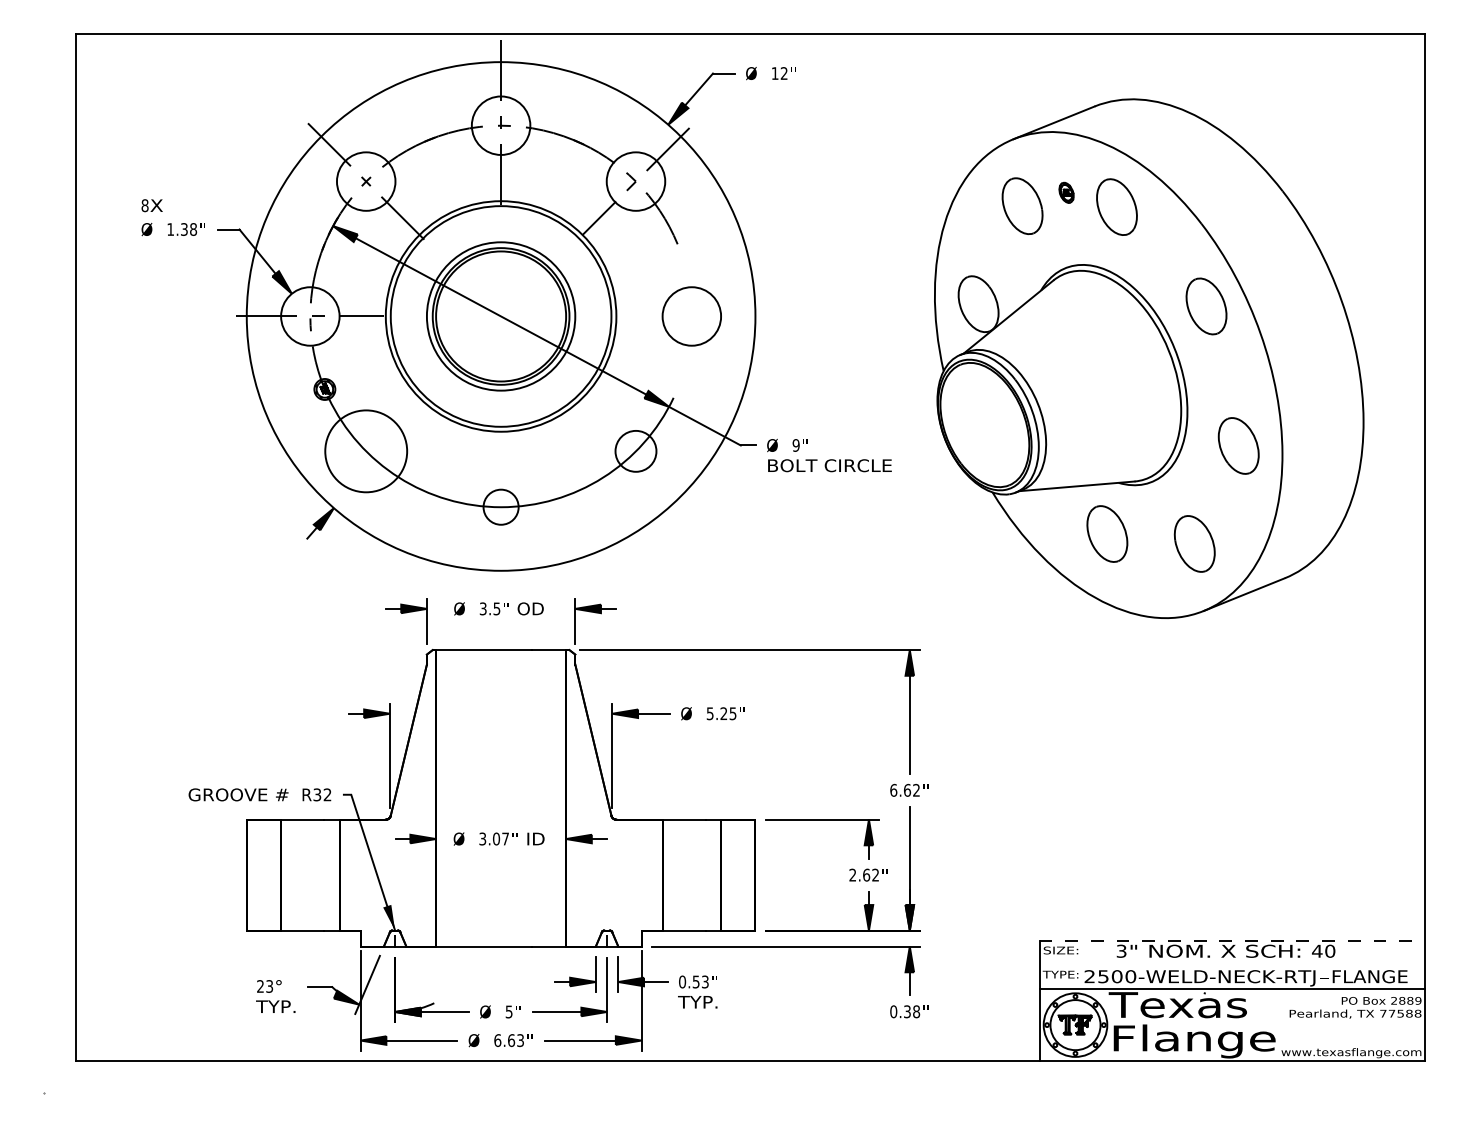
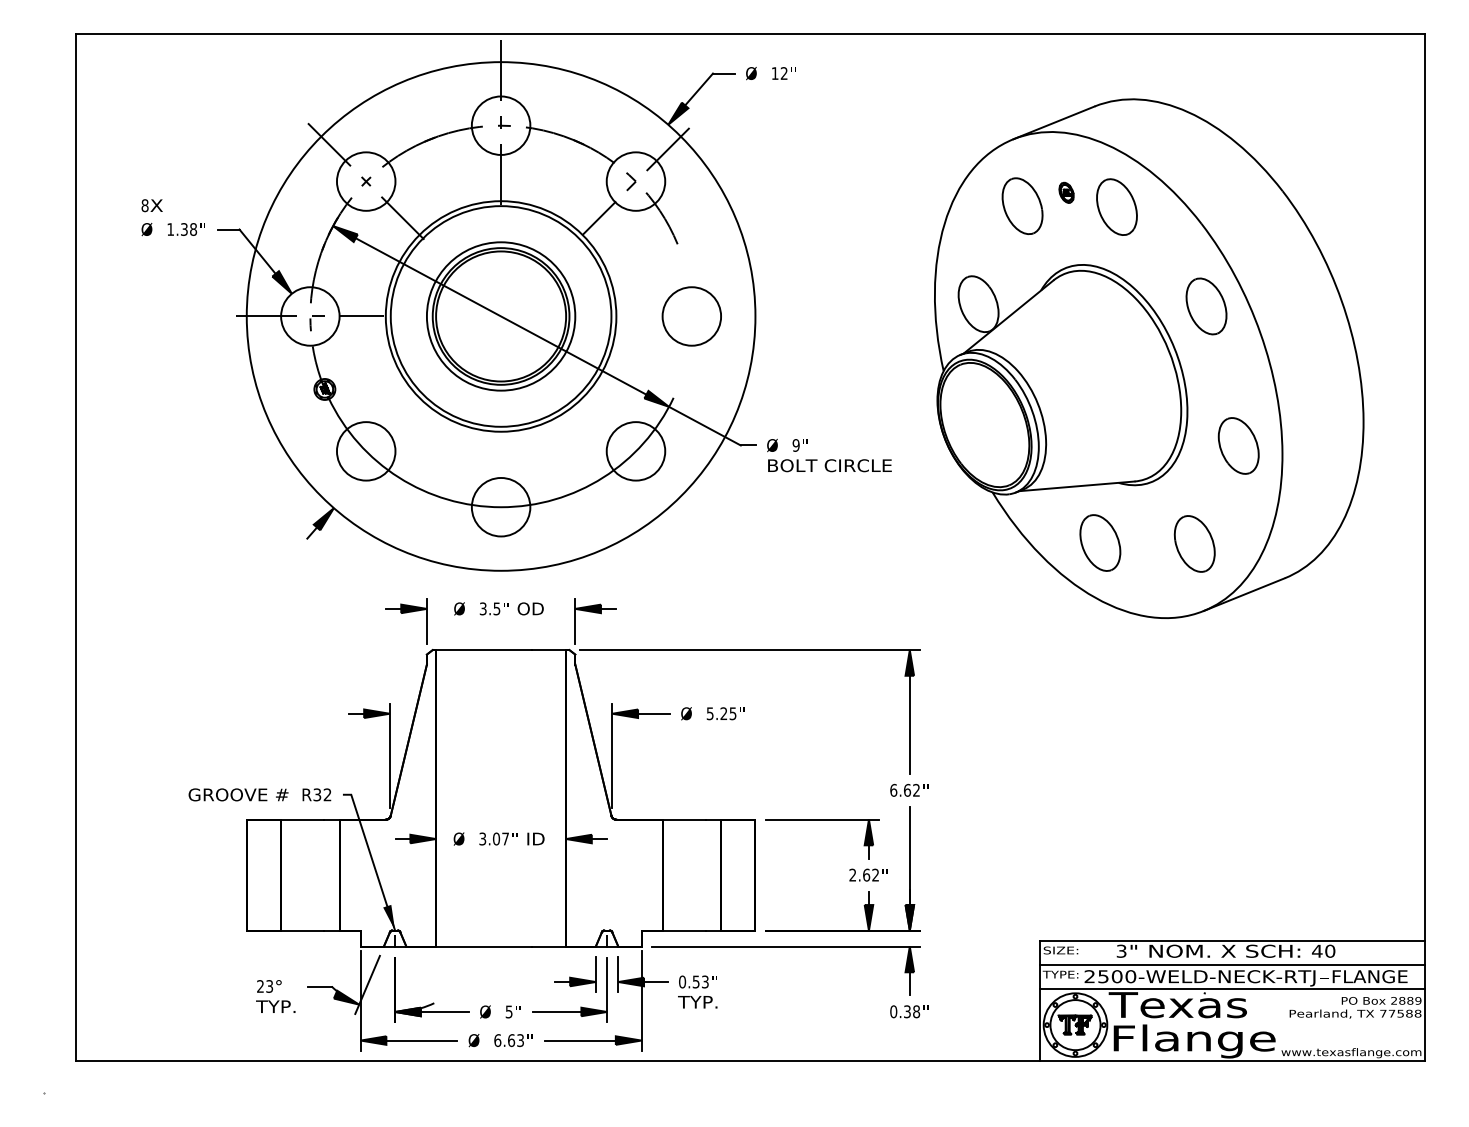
circle at (635, 450) diameter: 41 px -> 58 px
circle at (366, 451) diameter: 82 px -> 58 px
circle at (500, 506) diameter: 35 px -> 58 px
part at (1107, 533) position: (1107, 533) -> (1100, 542)
line at (1232, 940): dashed -> solid
line at (1231, 964): none -> present
